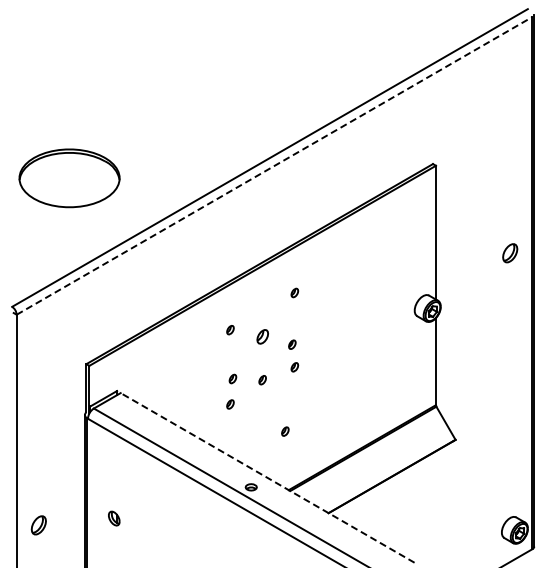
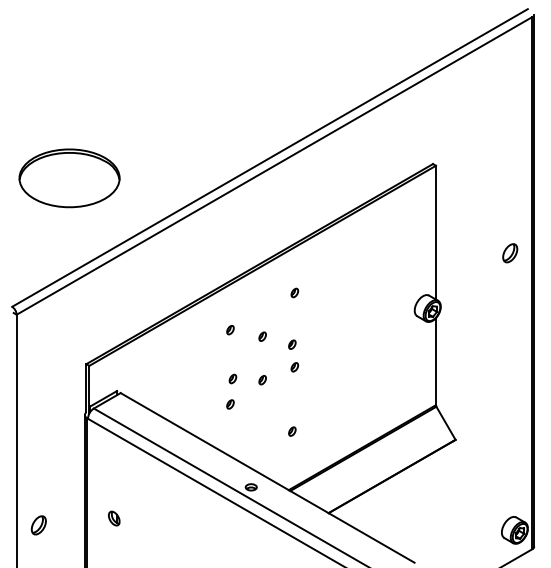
line at (274, 165): dashed -> solid
part at (262, 336) size: 13x16 px -> 9x11 px
part at (285, 431) position: (285, 431) -> (292, 431)
line at (267, 477): dashed -> solid
